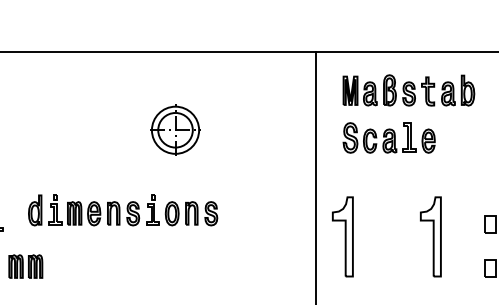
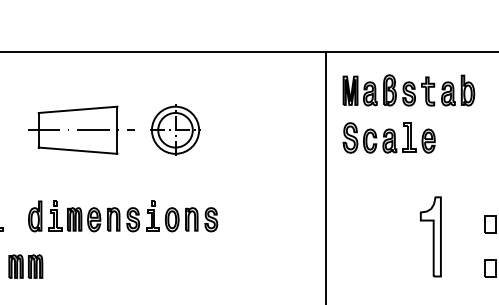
part at (81, 129): none -> present
line at (316, 176) position: (316, 176) -> (326, 176)
part at (123, 210) position: (123, 210) -> (123, 216)
part at (342, 236): present -> none
